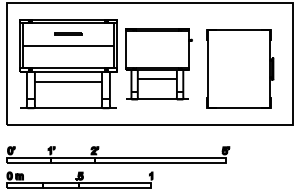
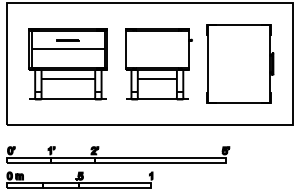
part at (68, 64) size: 99x91 px -> 80x73 px
part at (240, 68) position: (240, 68) -> (240, 63)
